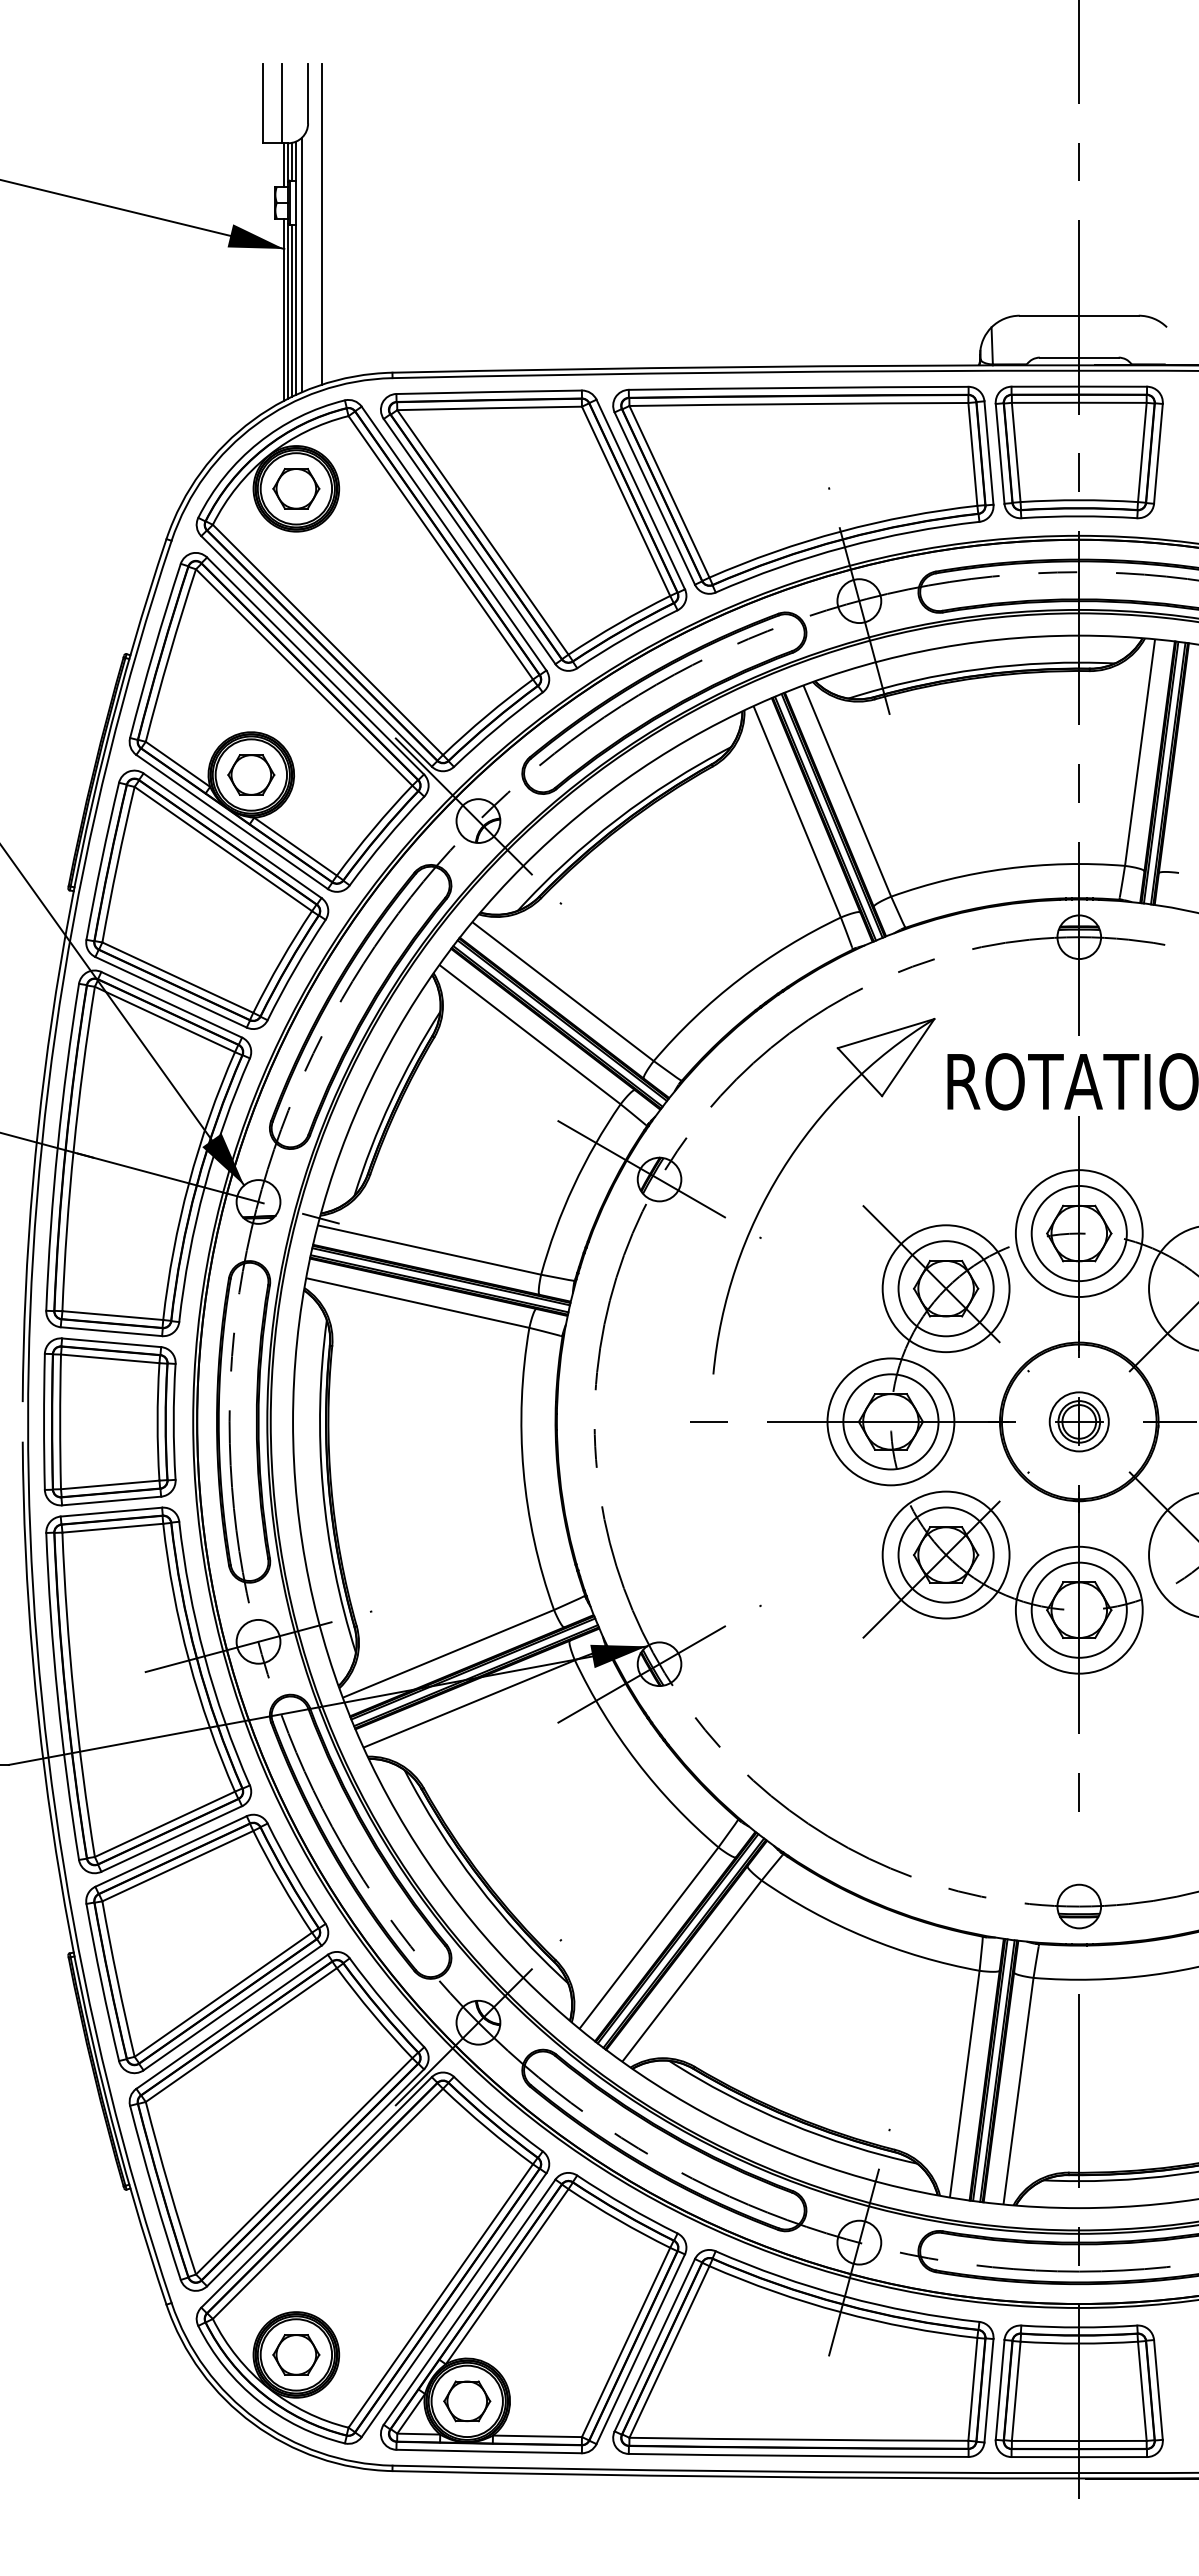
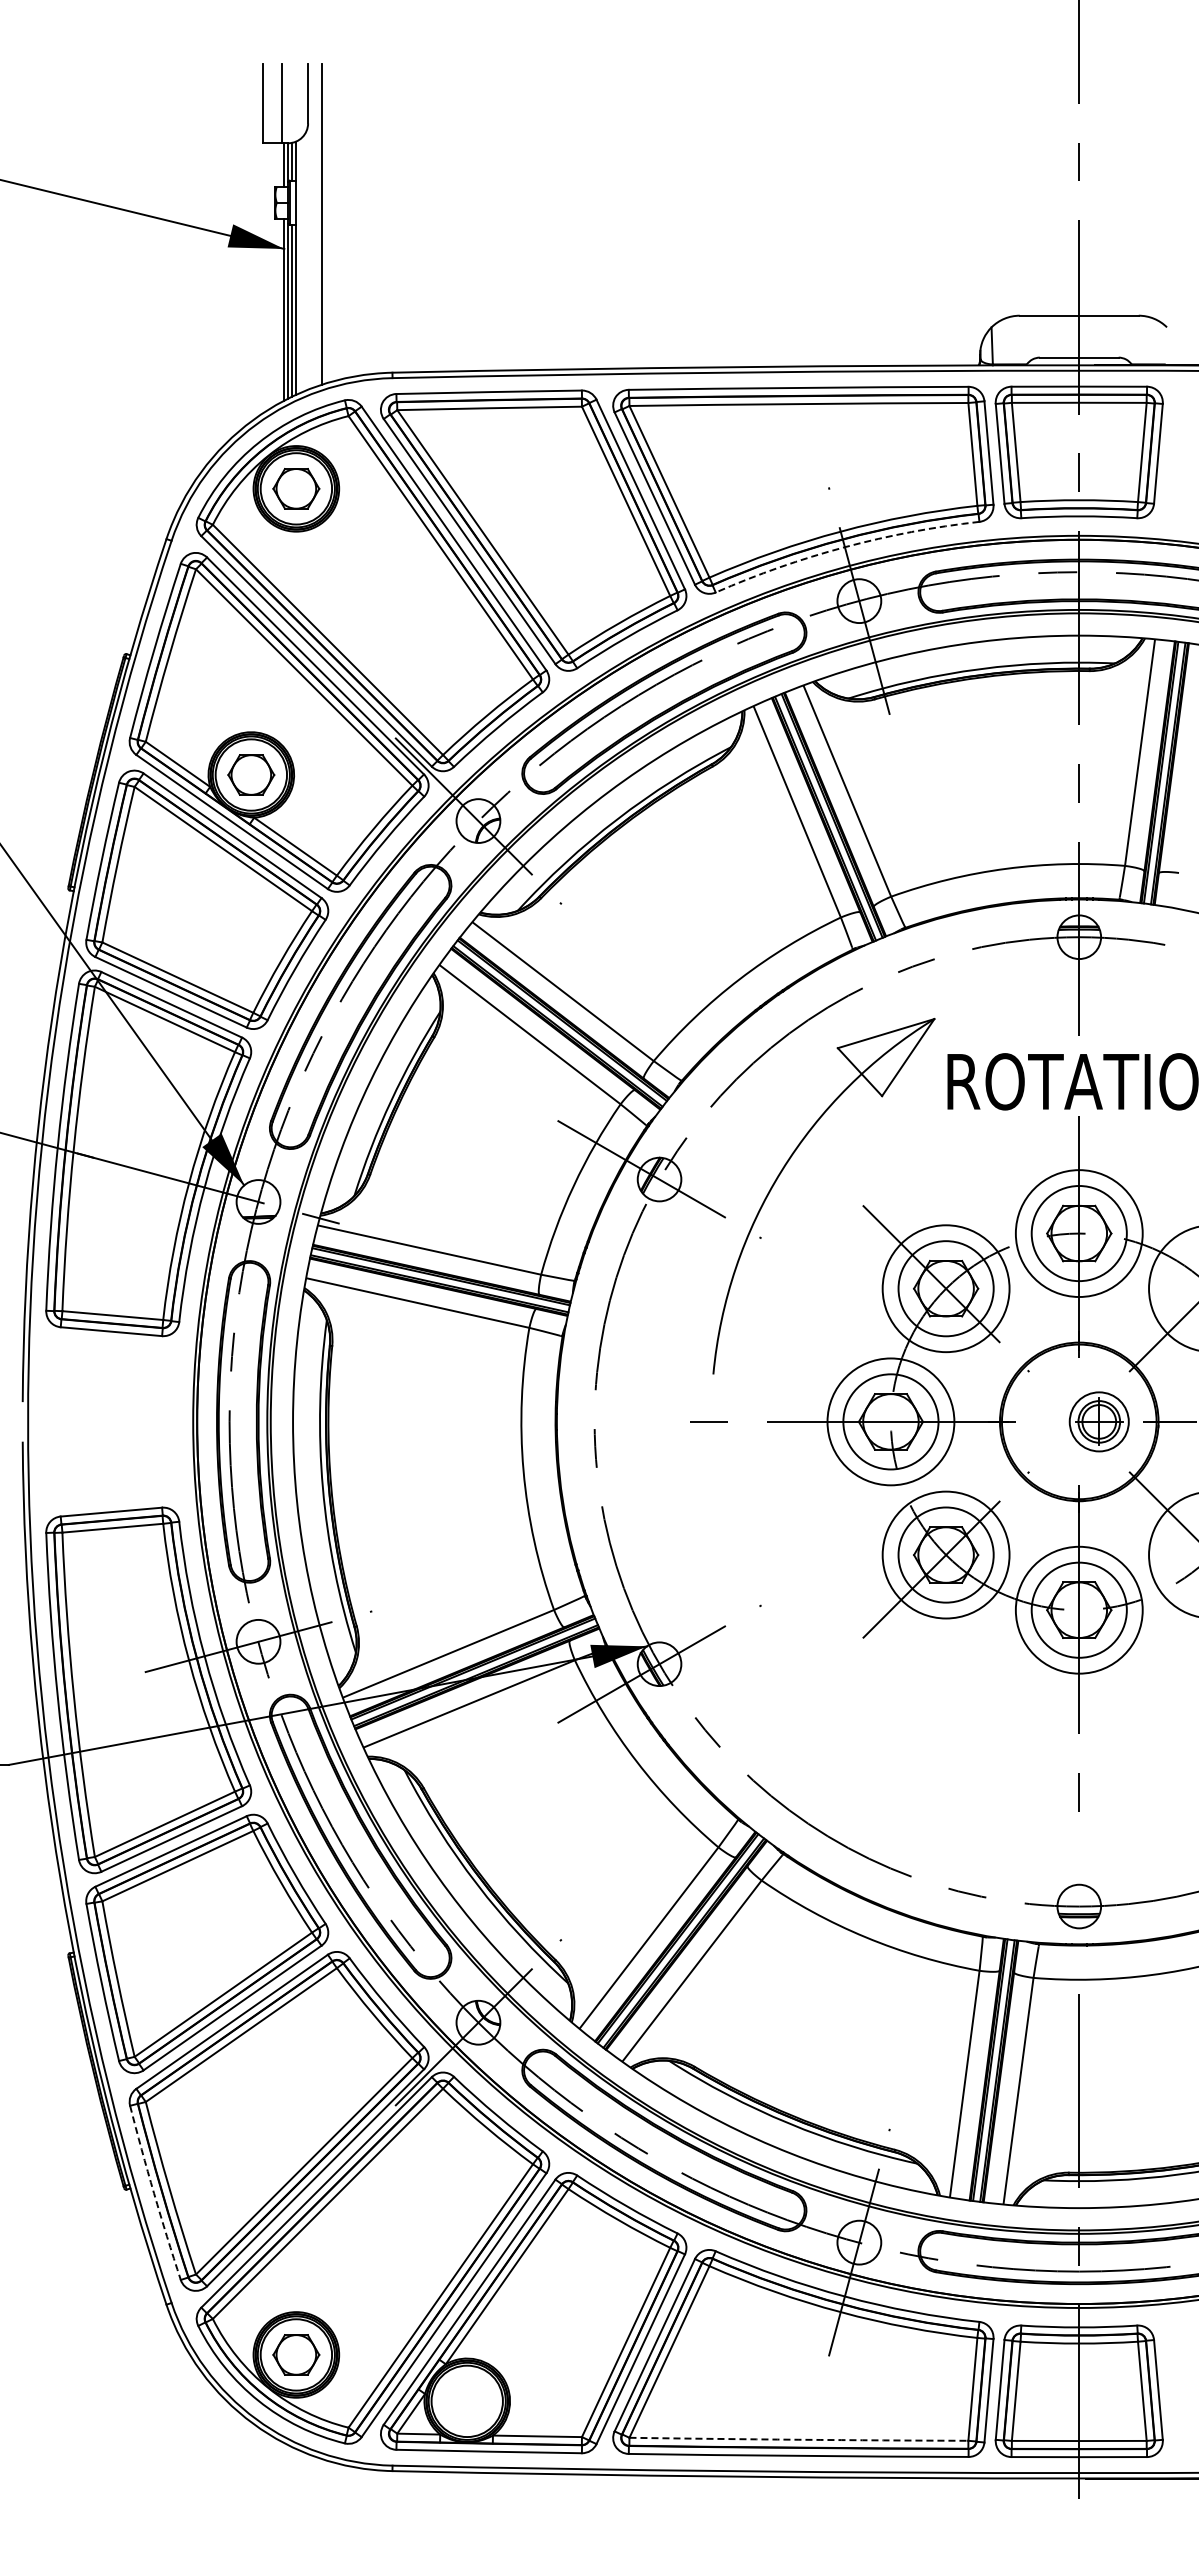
line at (302, 264): present -> none
arc at (844, 547): solid -> dashed
part at (109, 1421): present -> none
part at (1078, 1421) position: (1078, 1421) -> (1098, 1421)
arc at (154, 2193): solid -> dashed
part at (467, 2401): present -> none
arc at (798, 2439): solid -> dashed
